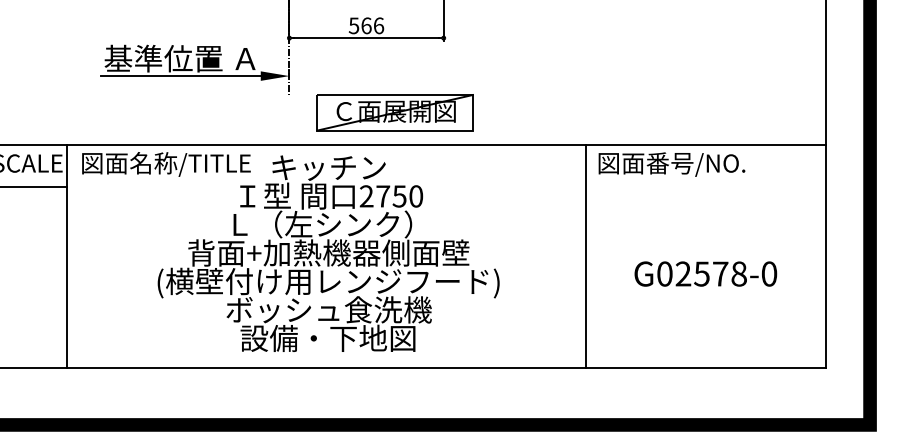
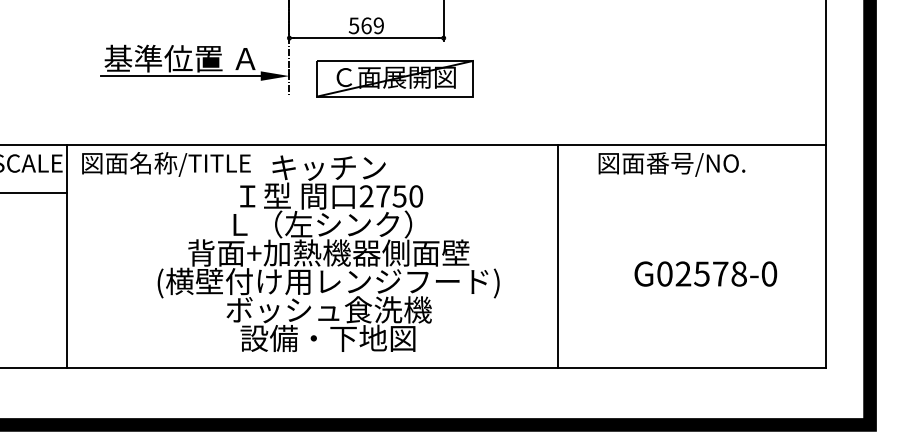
text at (378, 25): 566 -> 569
part at (394, 112) position: (394, 112) -> (394, 78)
line at (34, 186) position: (34, 186) -> (34, 192)
line at (585, 255) position: (585, 255) -> (557, 255)
